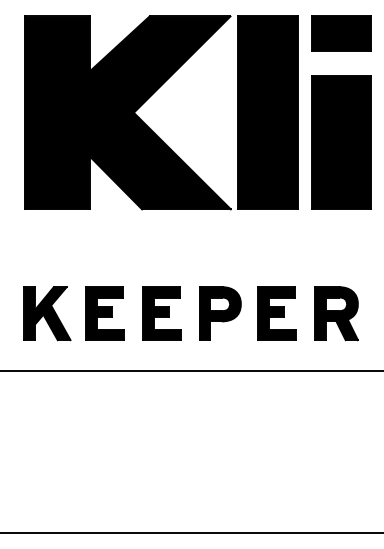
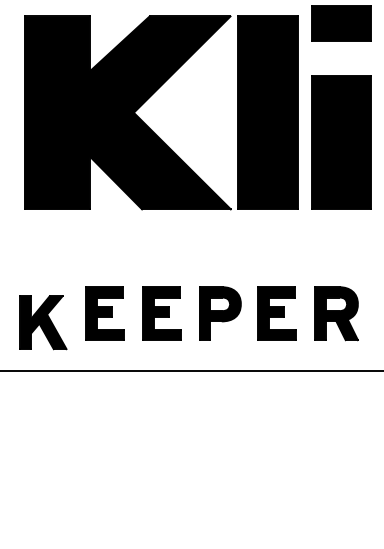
part at (341, 33) position: (341, 33) -> (341, 23)
part at (47, 313) position: (47, 313) -> (43, 322)
line at (191, 532): present -> none
